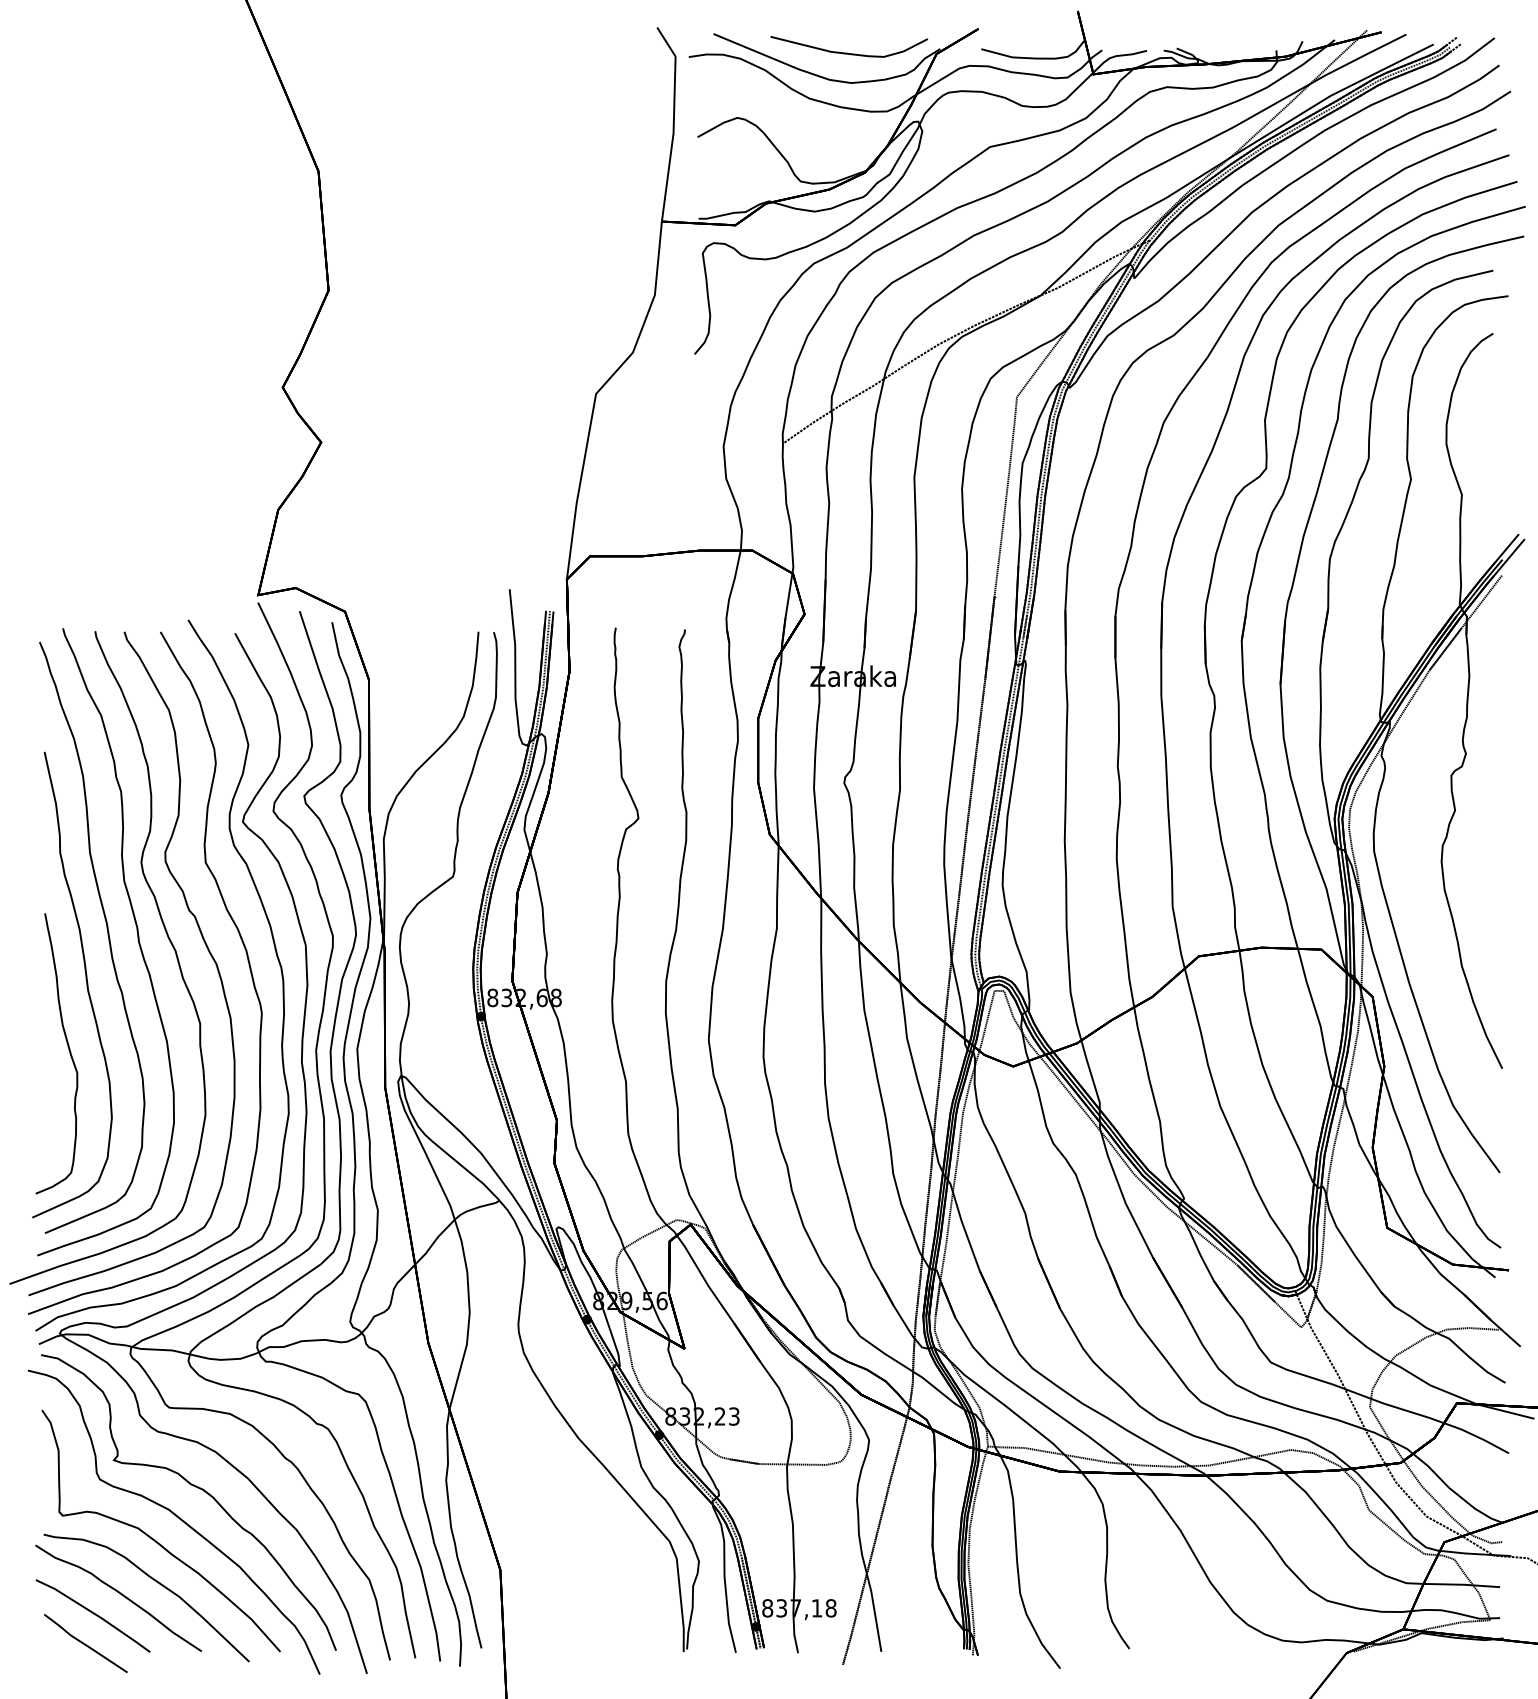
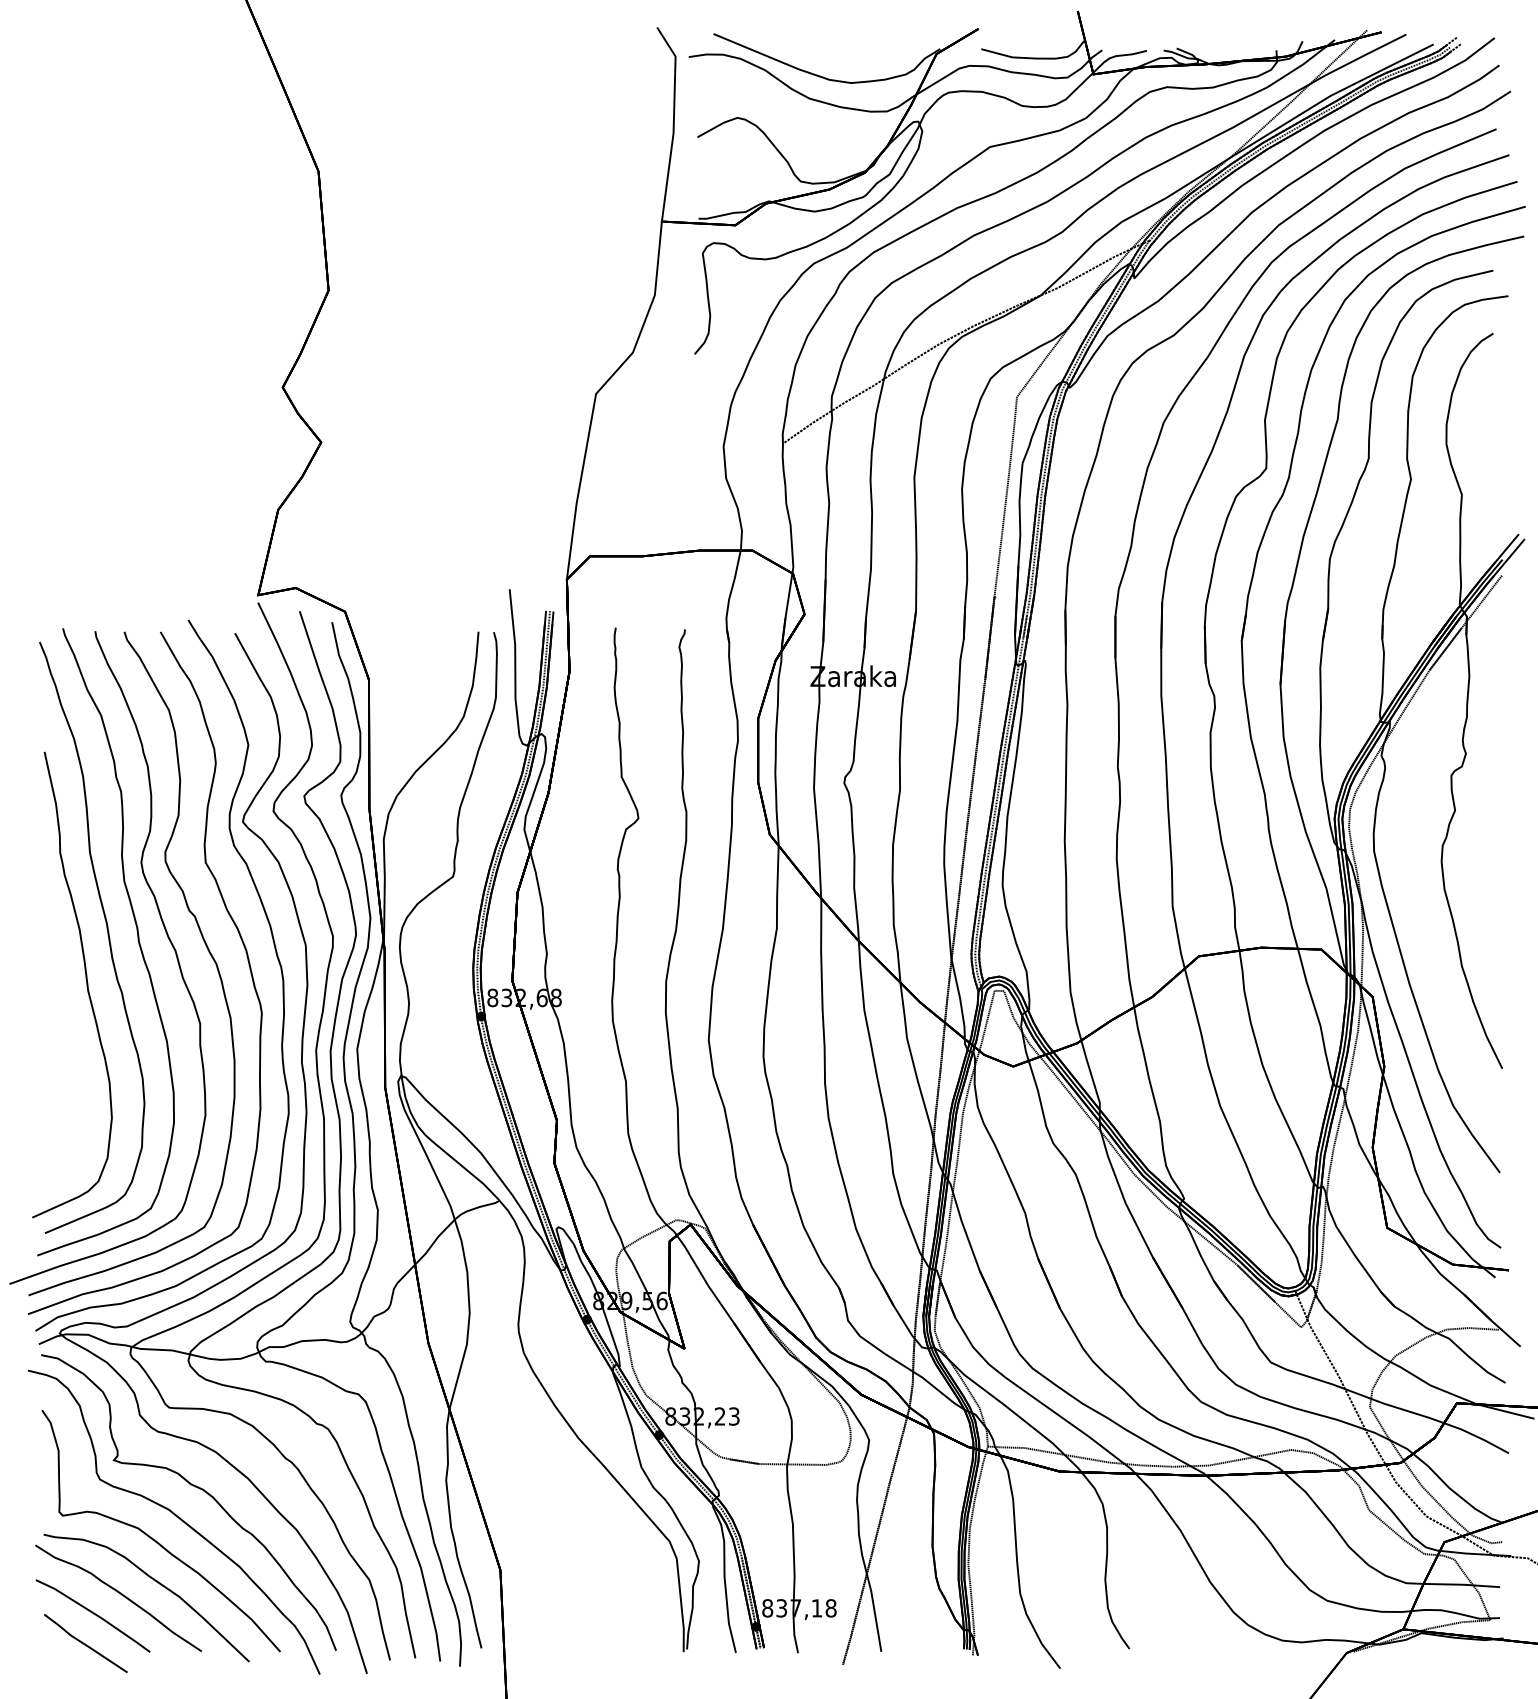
curve at (847, 52): present -> none
part at (68, 1050): present -> none
